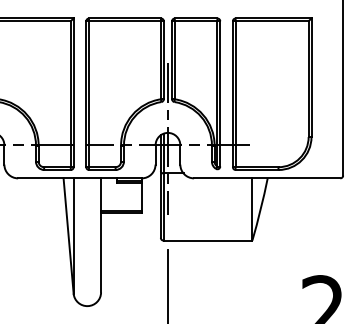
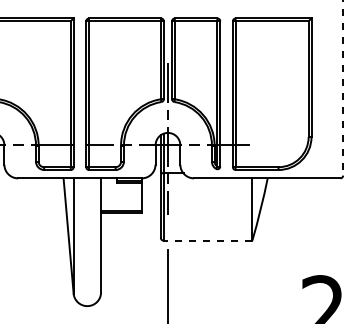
line at (343, 88): solid -> dashed
line at (207, 240): solid -> dashed
